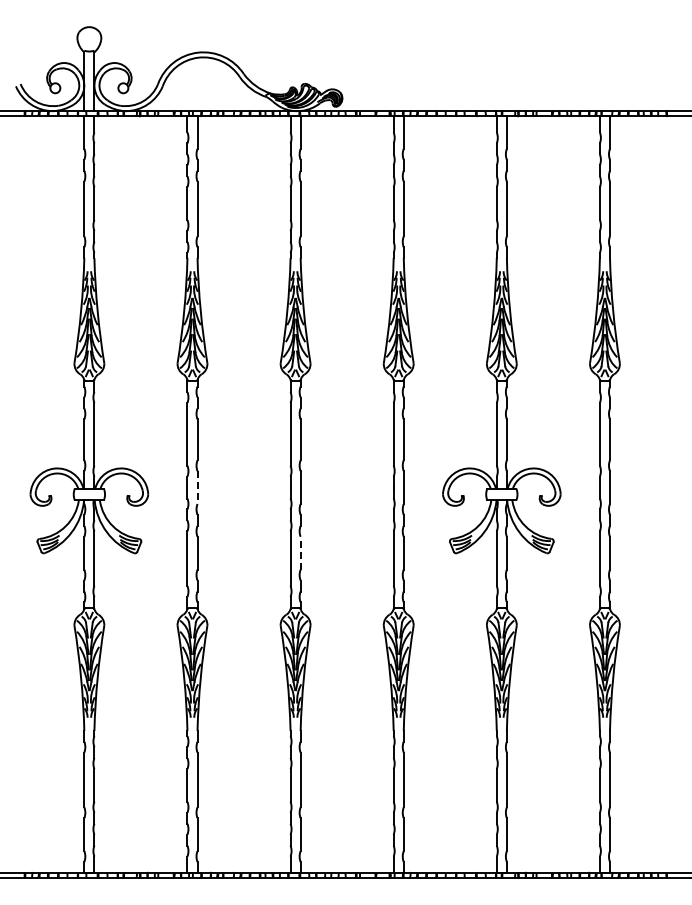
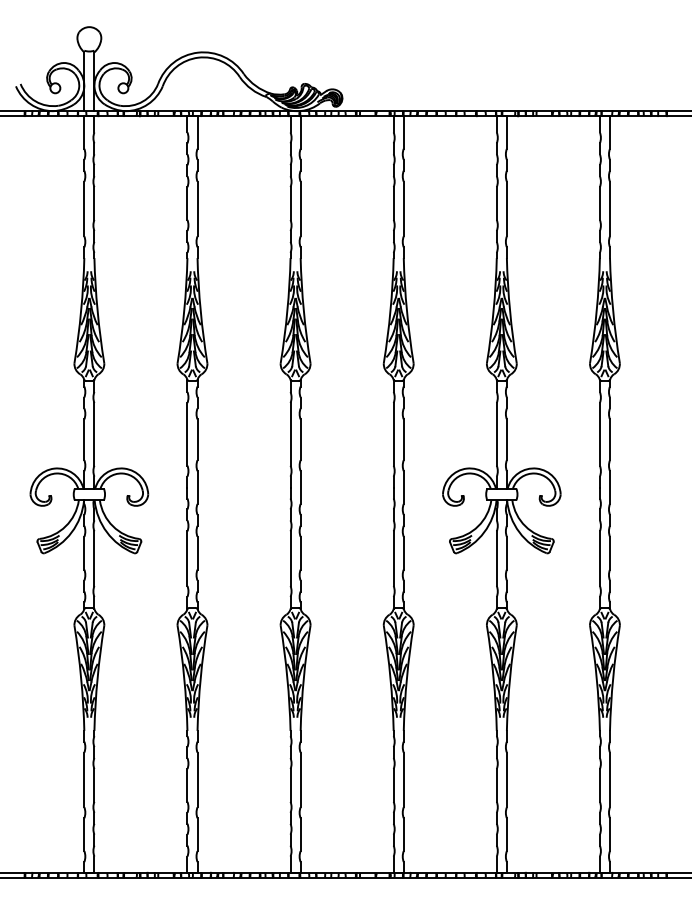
line at (197, 488): dashed -> solid
line at (300, 552): dashed -> solid
